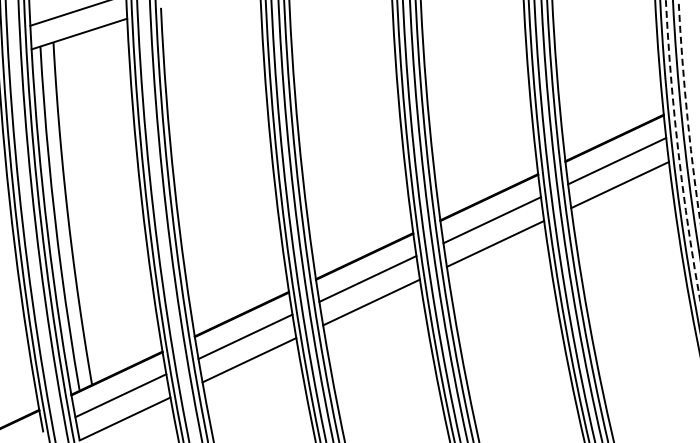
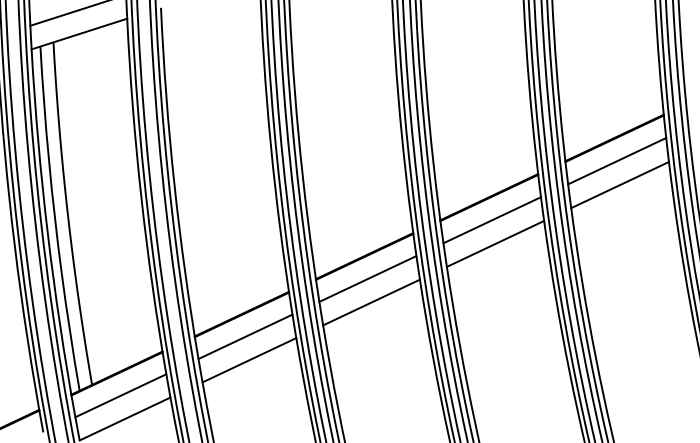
circle at (688, 109): dashed -> solid
circle at (682, 149): dashed -> solid
